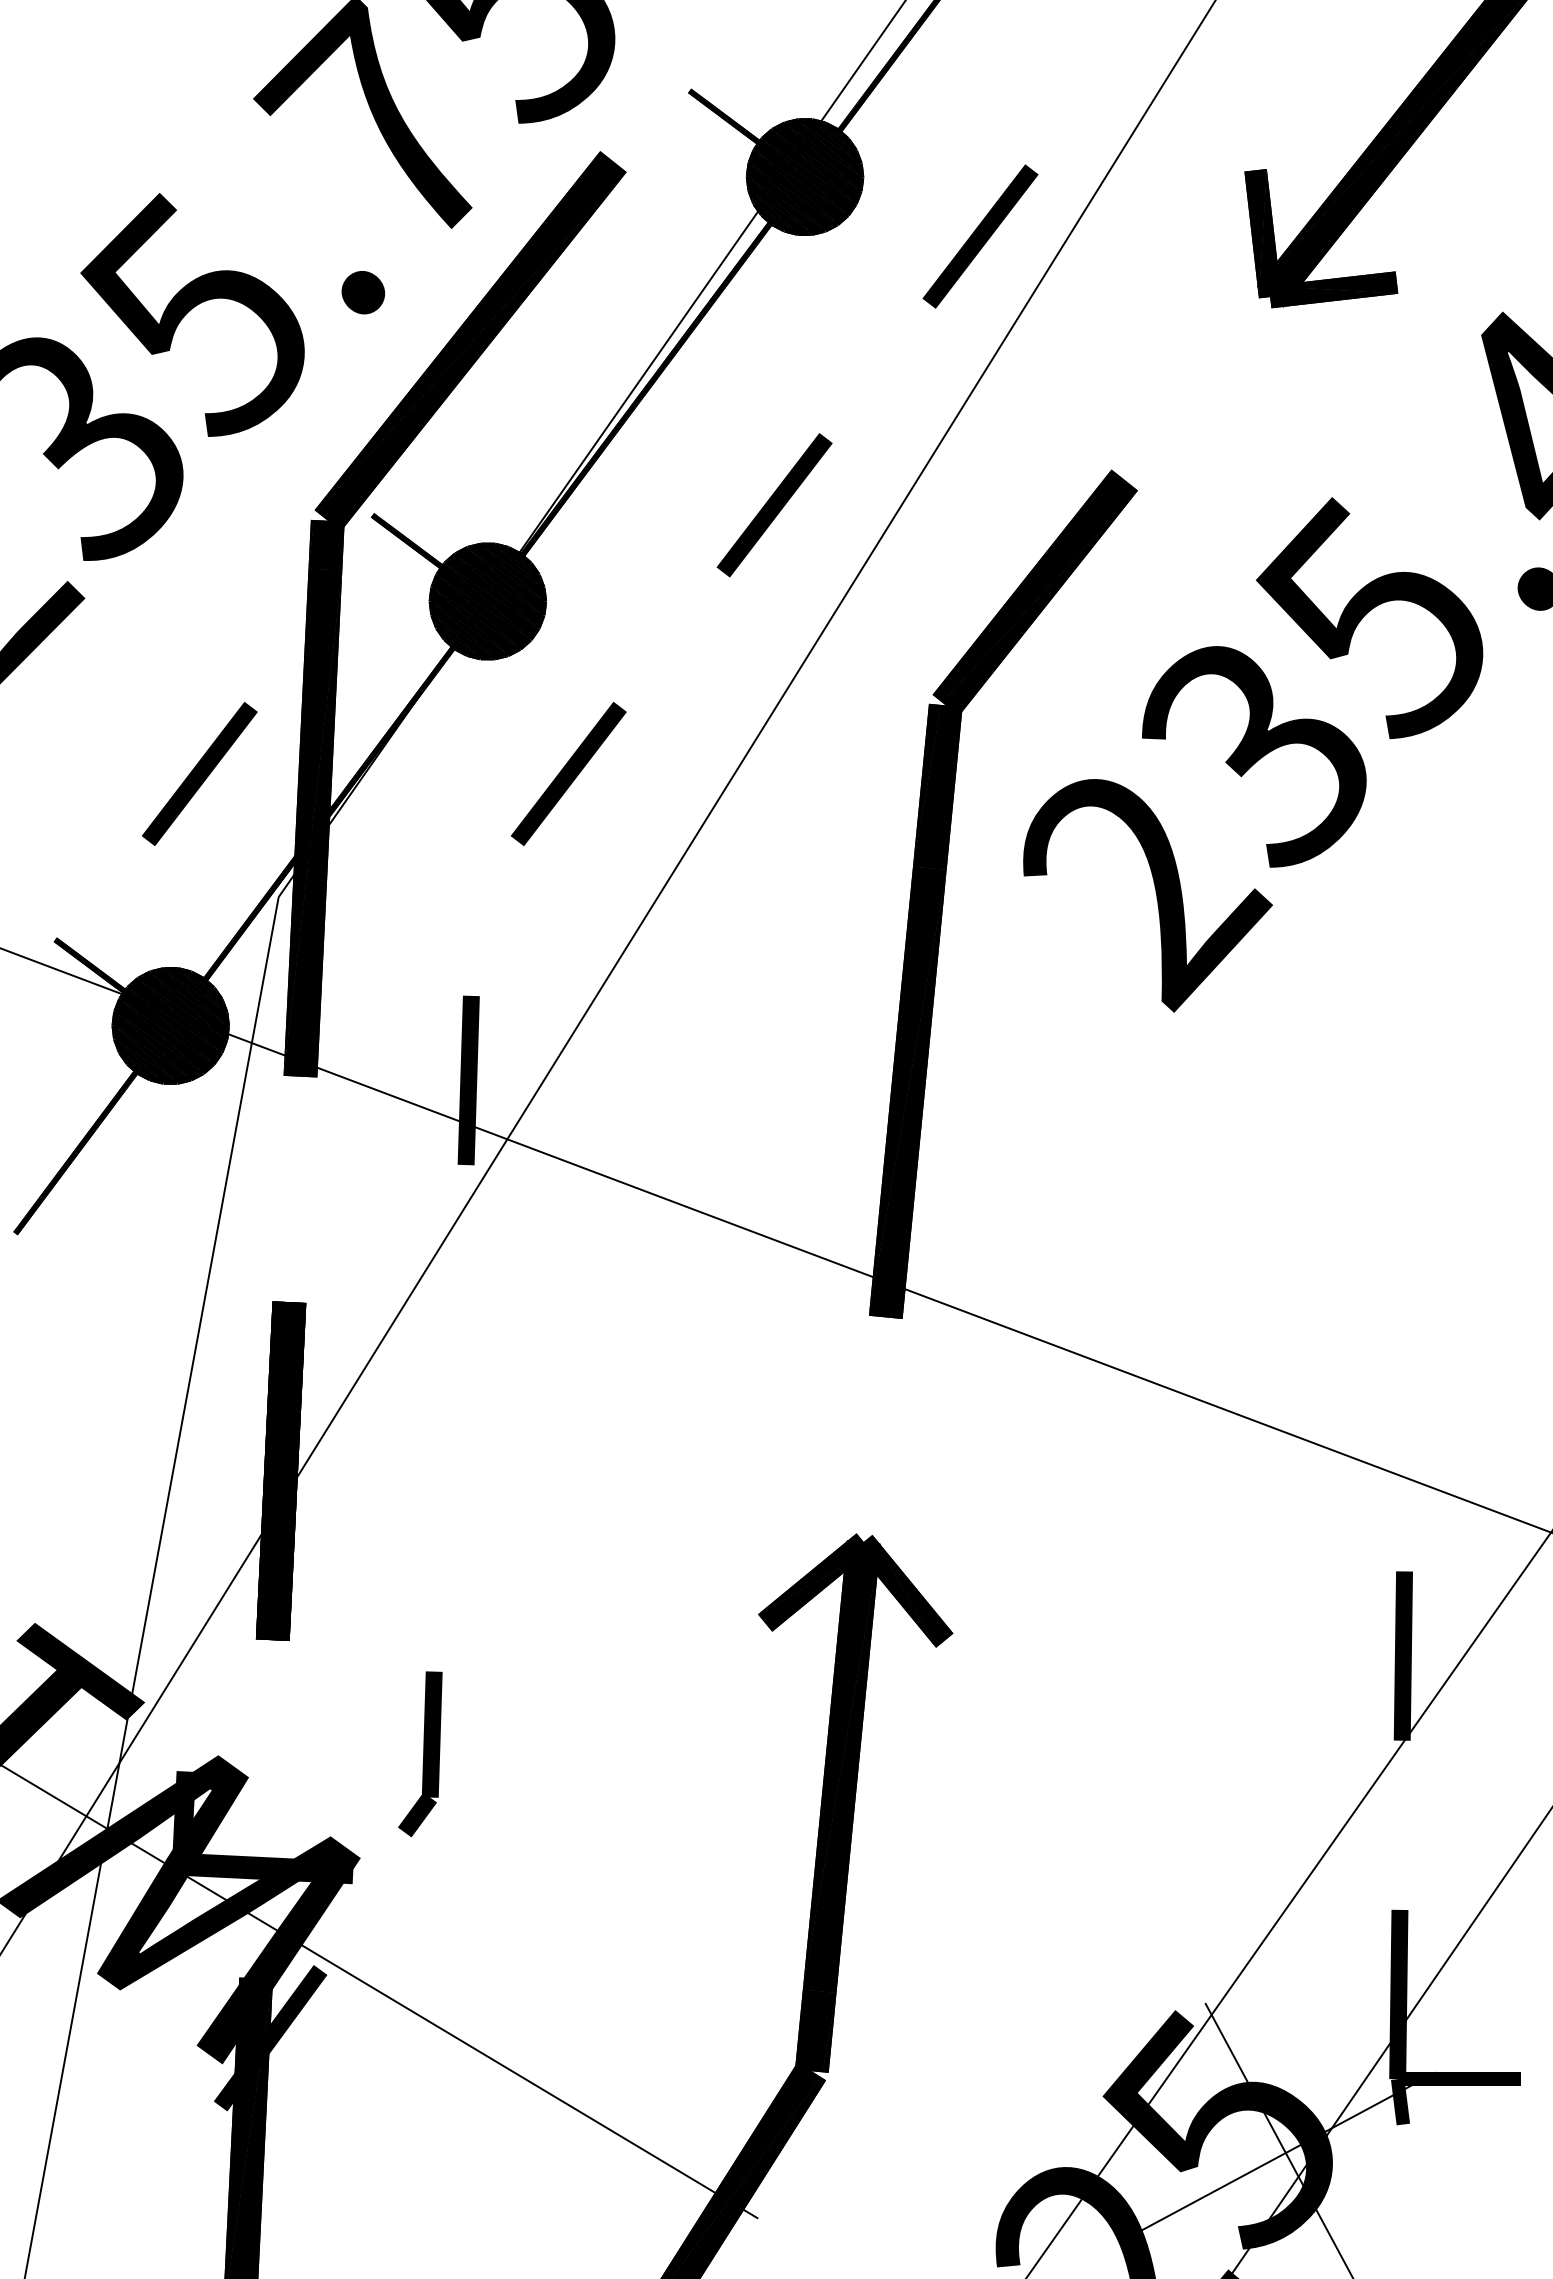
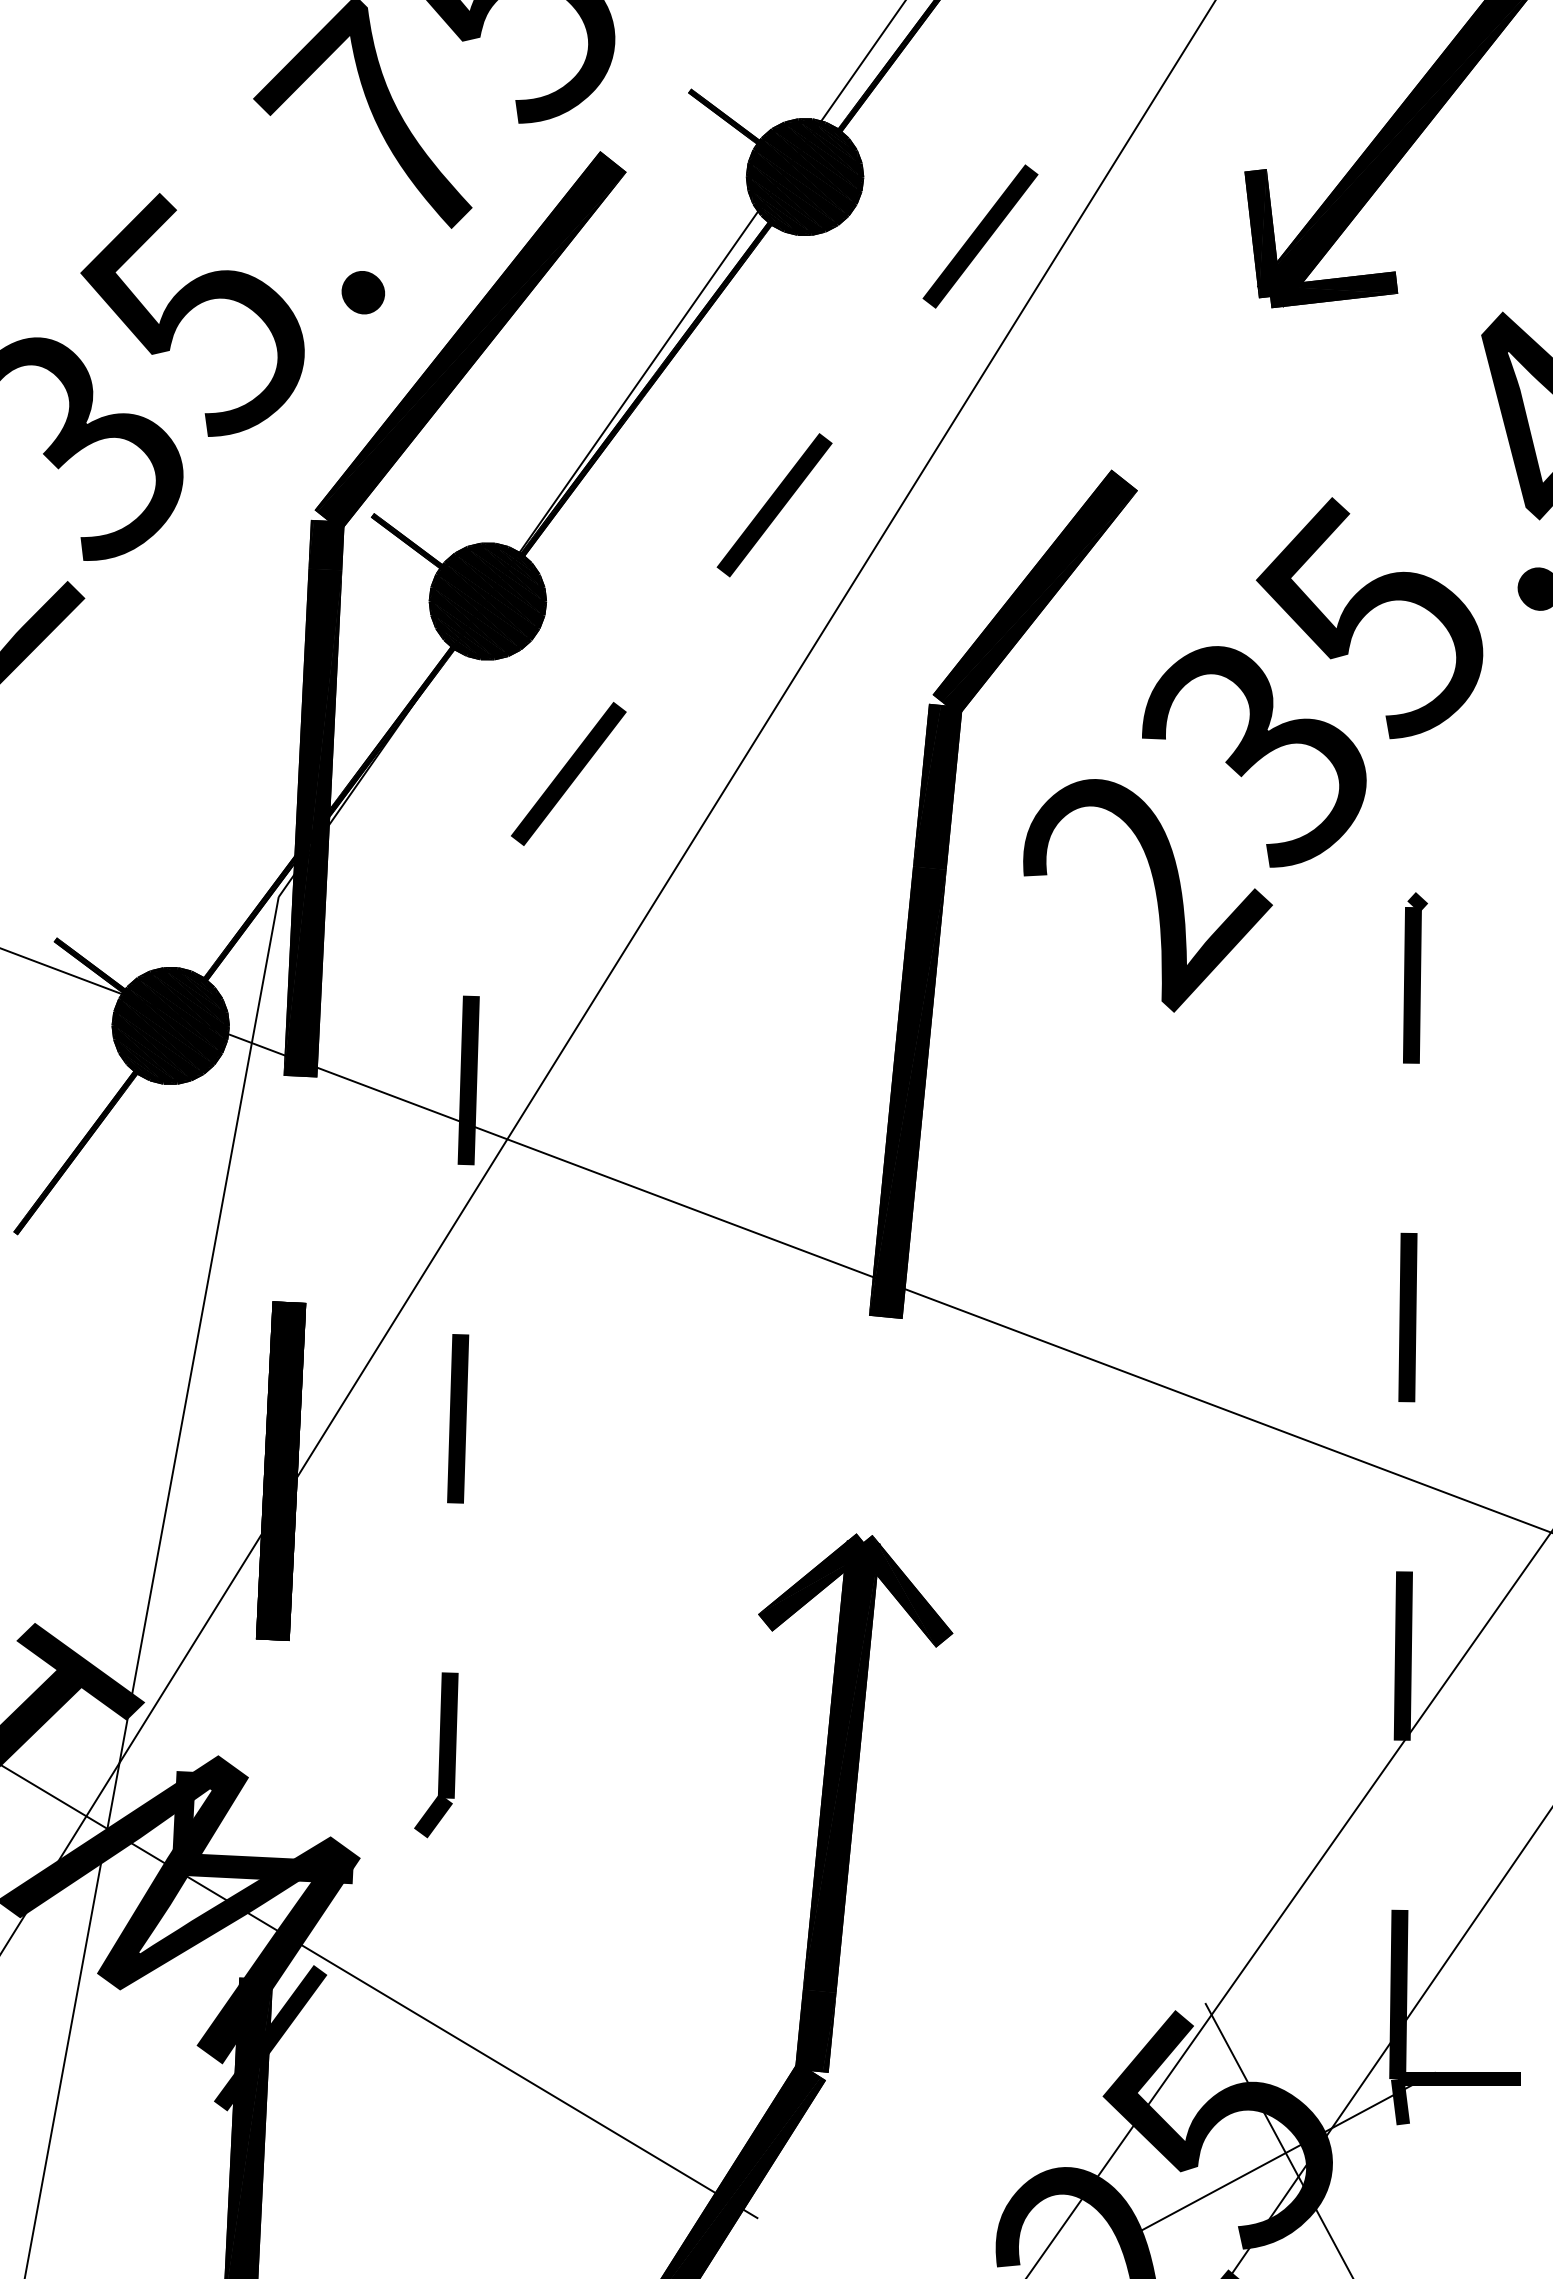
line at (199, 773): present -> none
part at (1415, 977): none -> present
line at (1407, 1317): none -> present
line at (458, 1418): none -> present
part at (420, 1754) position: (420, 1754) -> (436, 1755)
